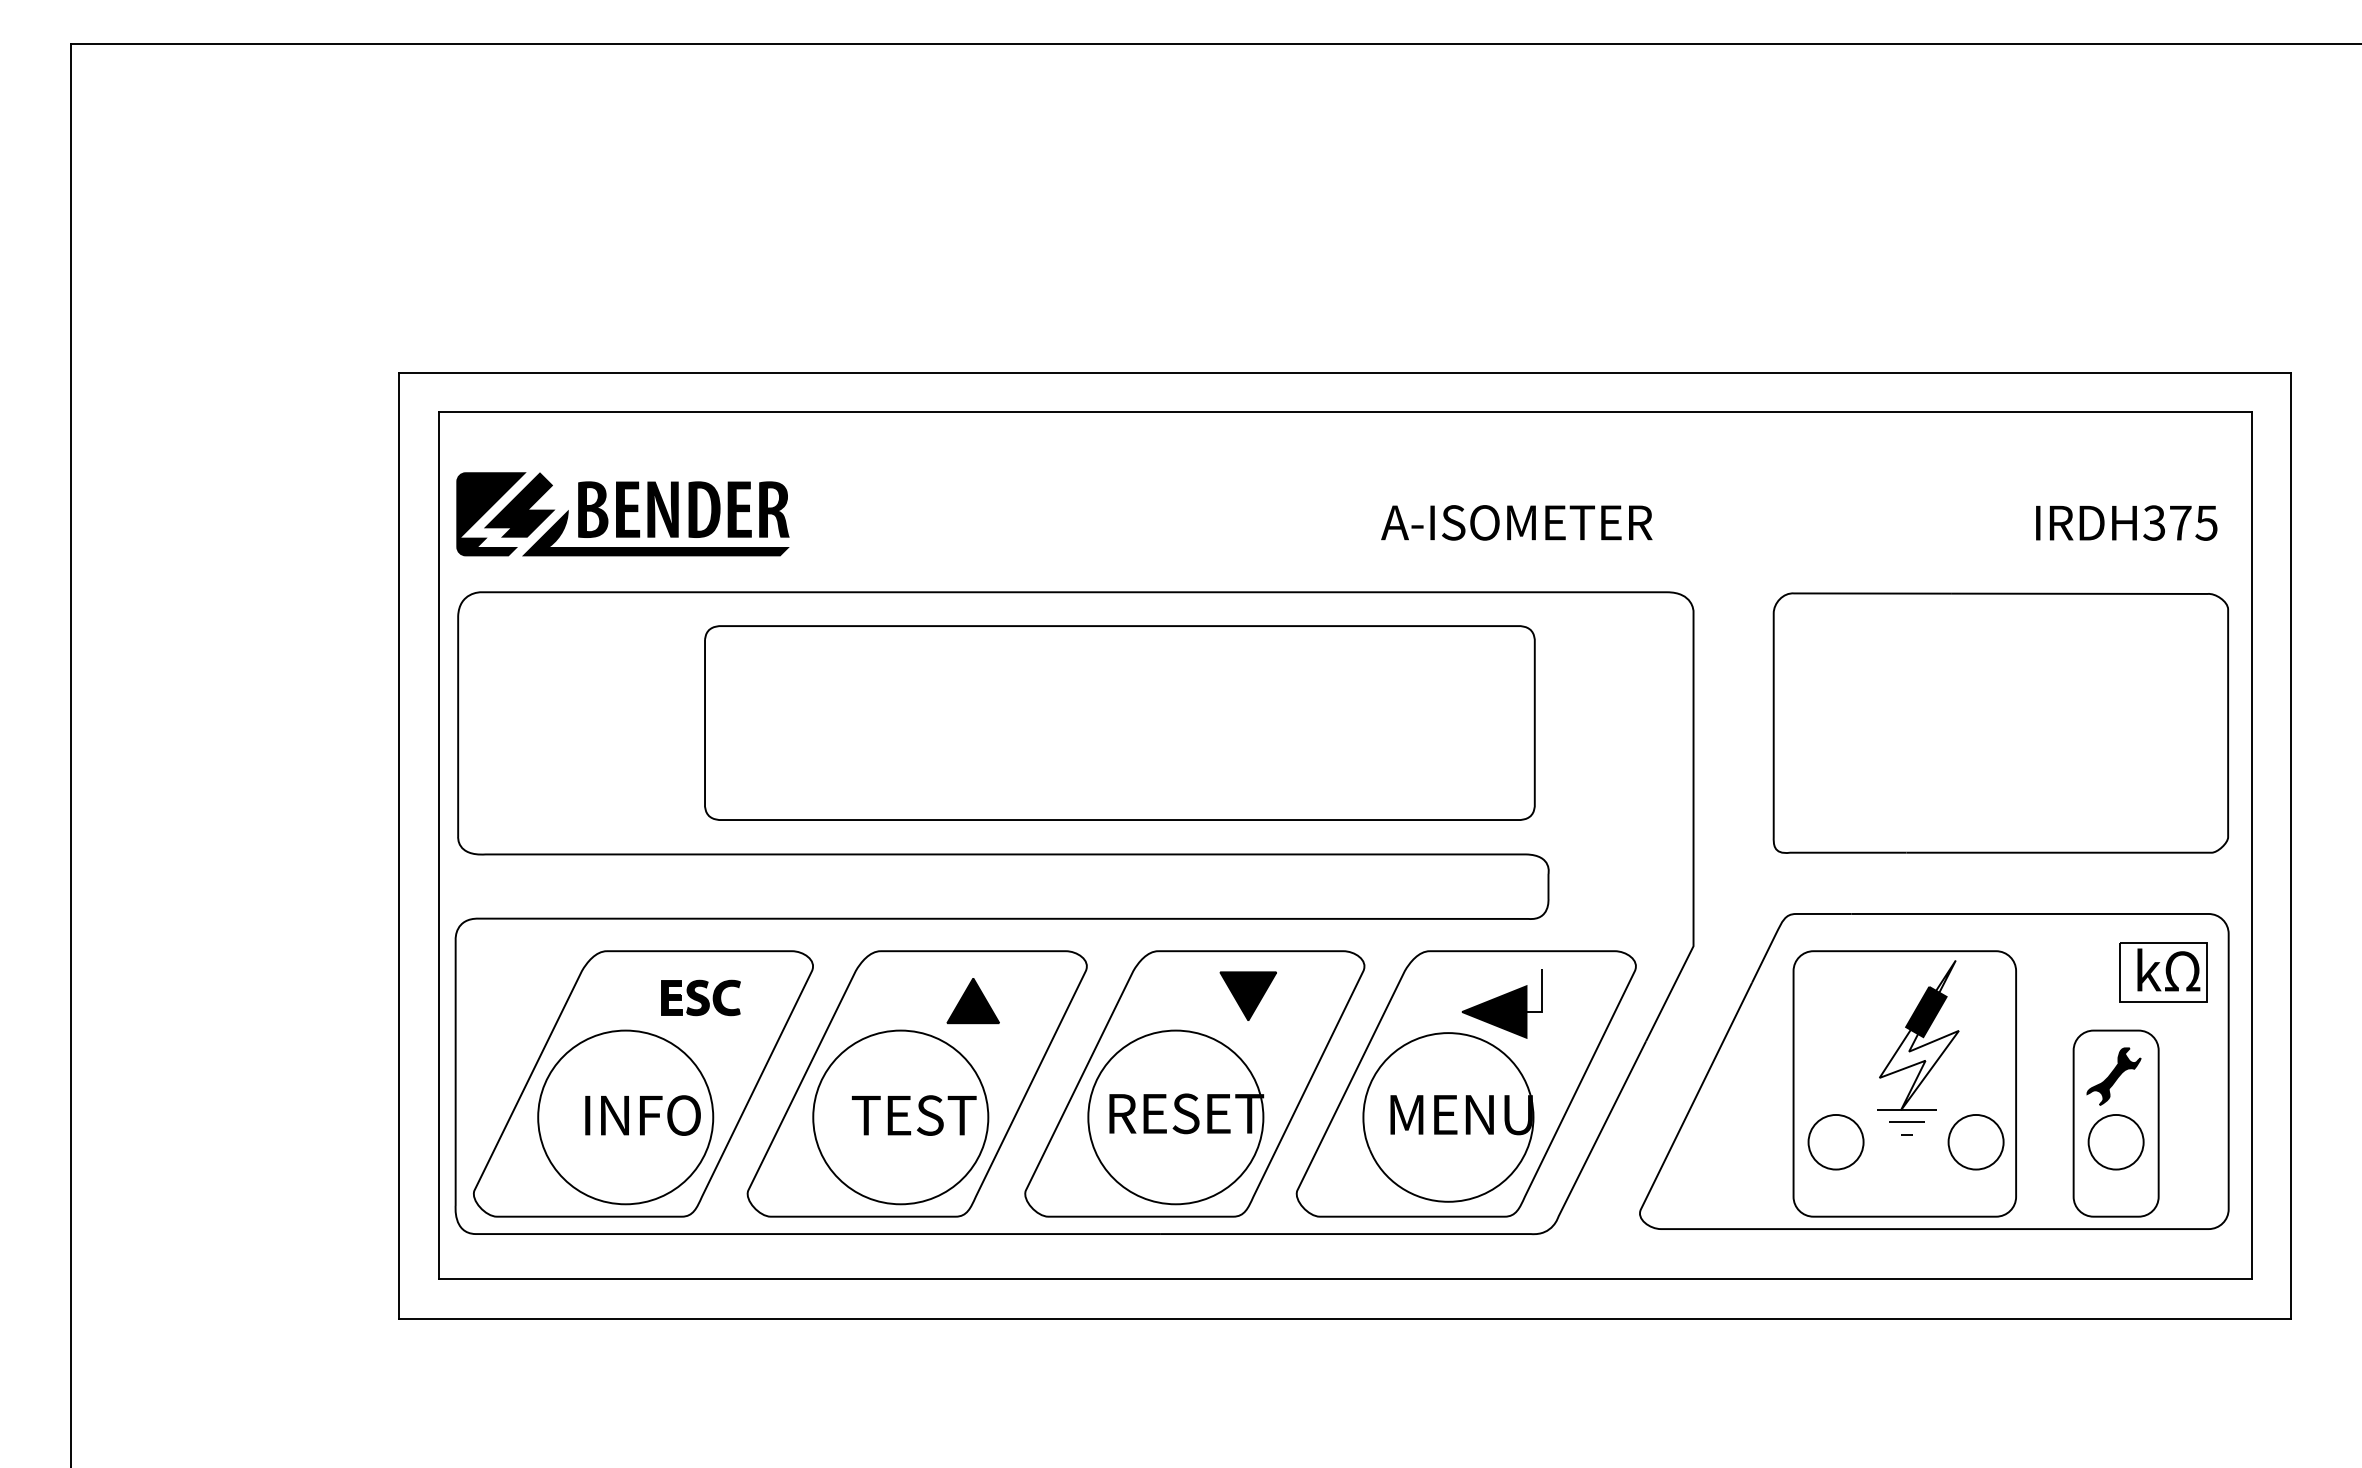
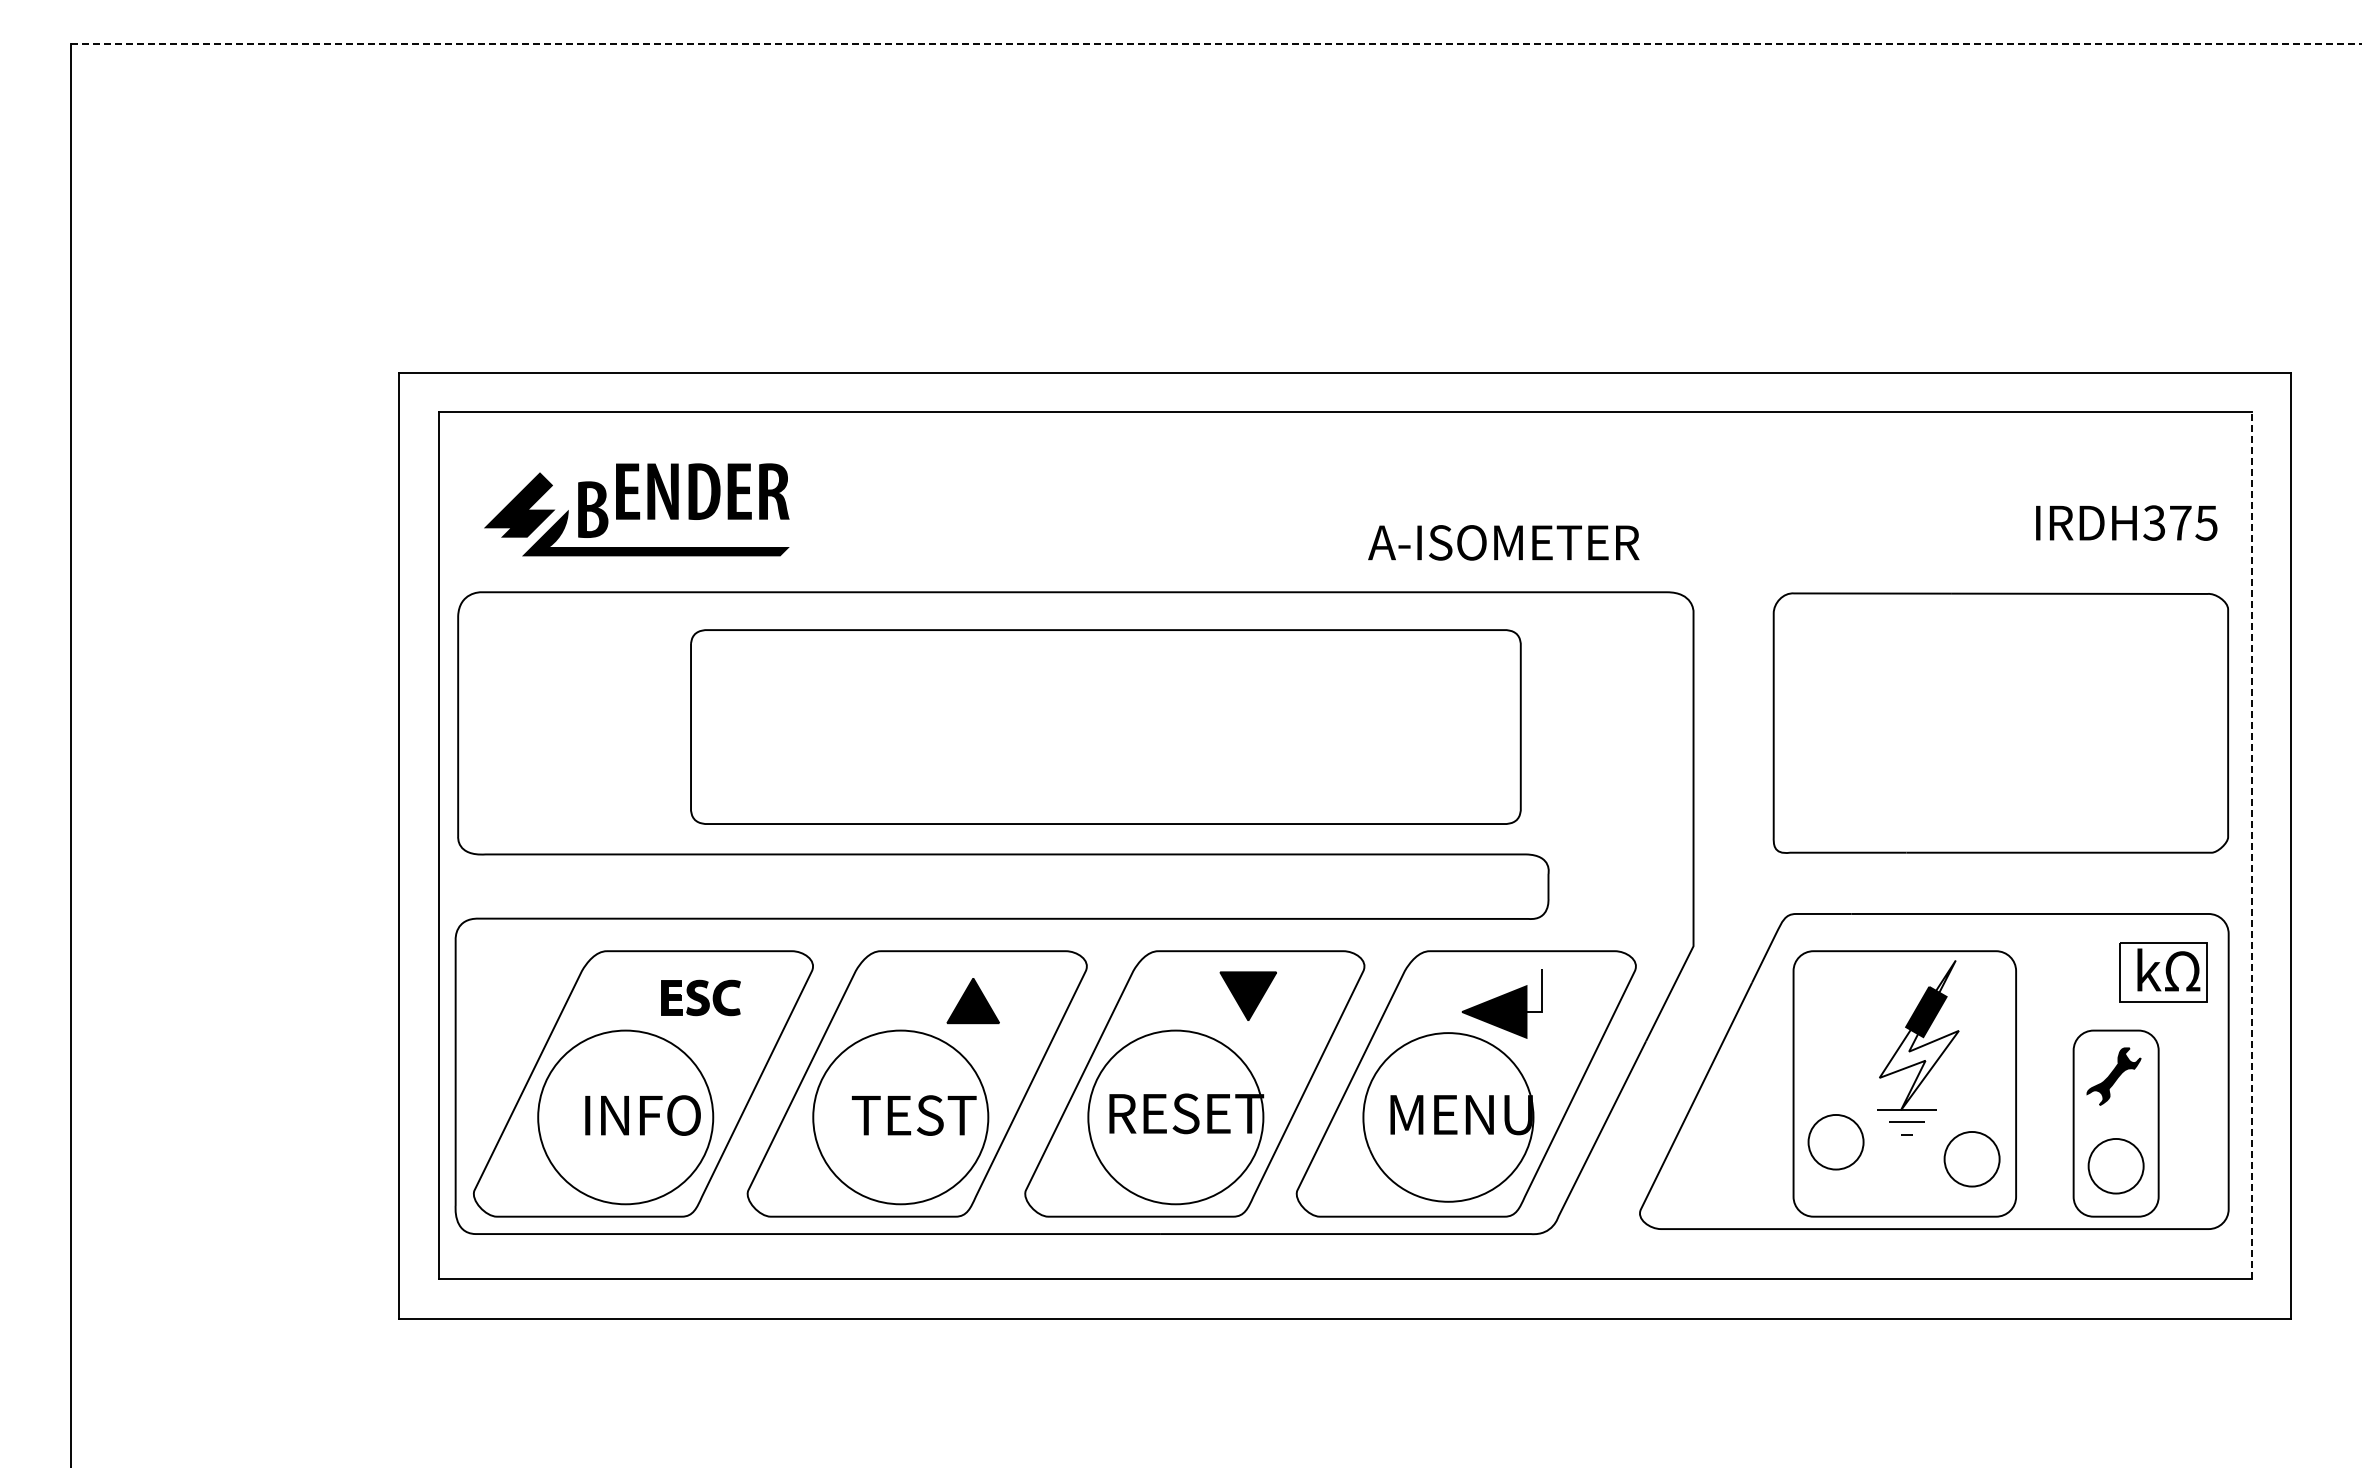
line at (1216, 44): solid -> dashed
part at (702, 509) position: (702, 509) -> (702, 491)
fill at (491, 514): present -> none
text at (1516, 522) position: (1516, 522) -> (1503, 542)
part at (1119, 722) position: (1119, 722) -> (1105, 726)
line at (2251, 845): solid -> dashed
part at (1975, 1142) position: (1975, 1142) -> (1971, 1159)
part at (2115, 1142) position: (2115, 1142) -> (2115, 1166)
